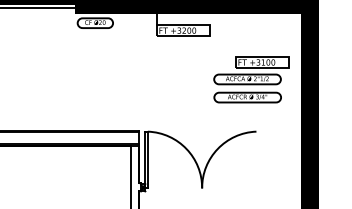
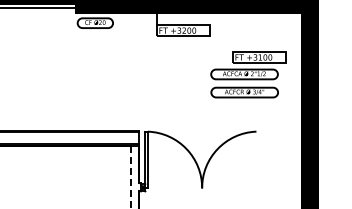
part at (251, 79) position: (251, 79) -> (248, 74)
line at (131, 177): solid -> dashed
